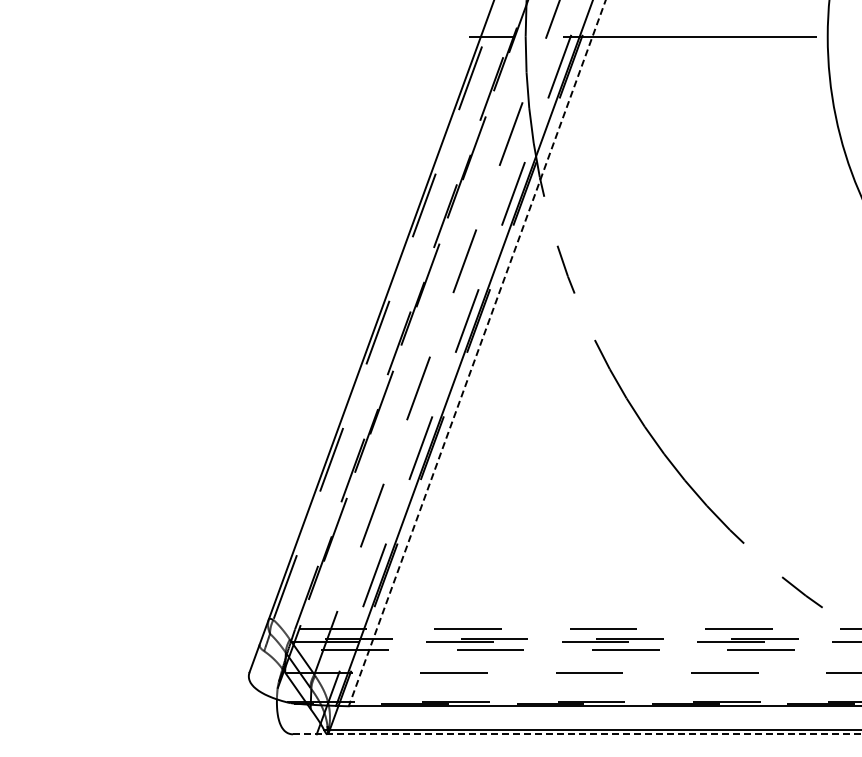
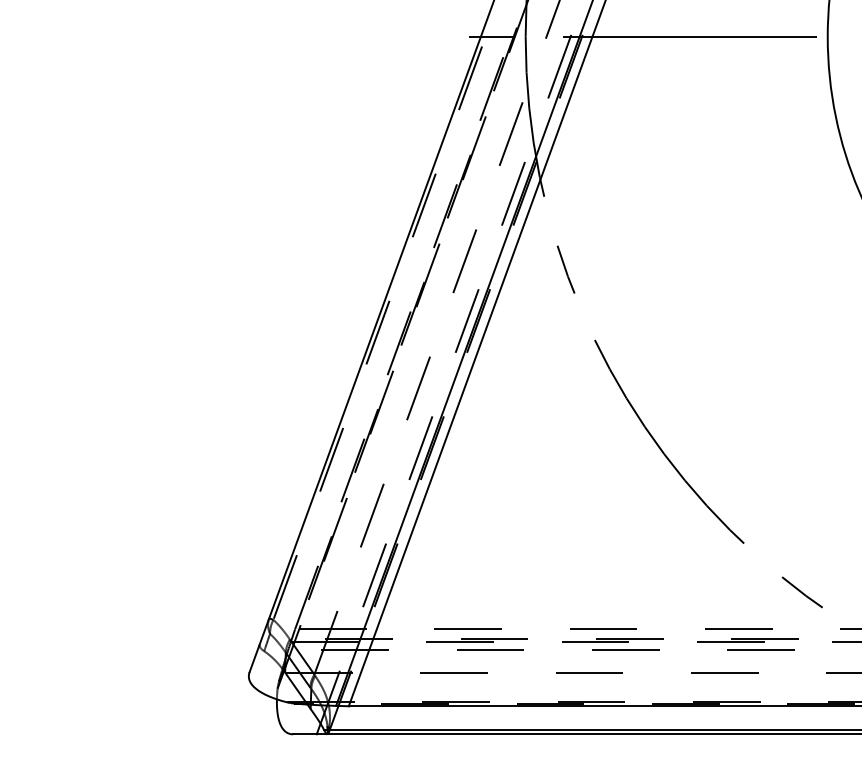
line at (477, 353): dashed -> solid
line at (577, 734): dashed -> solid
